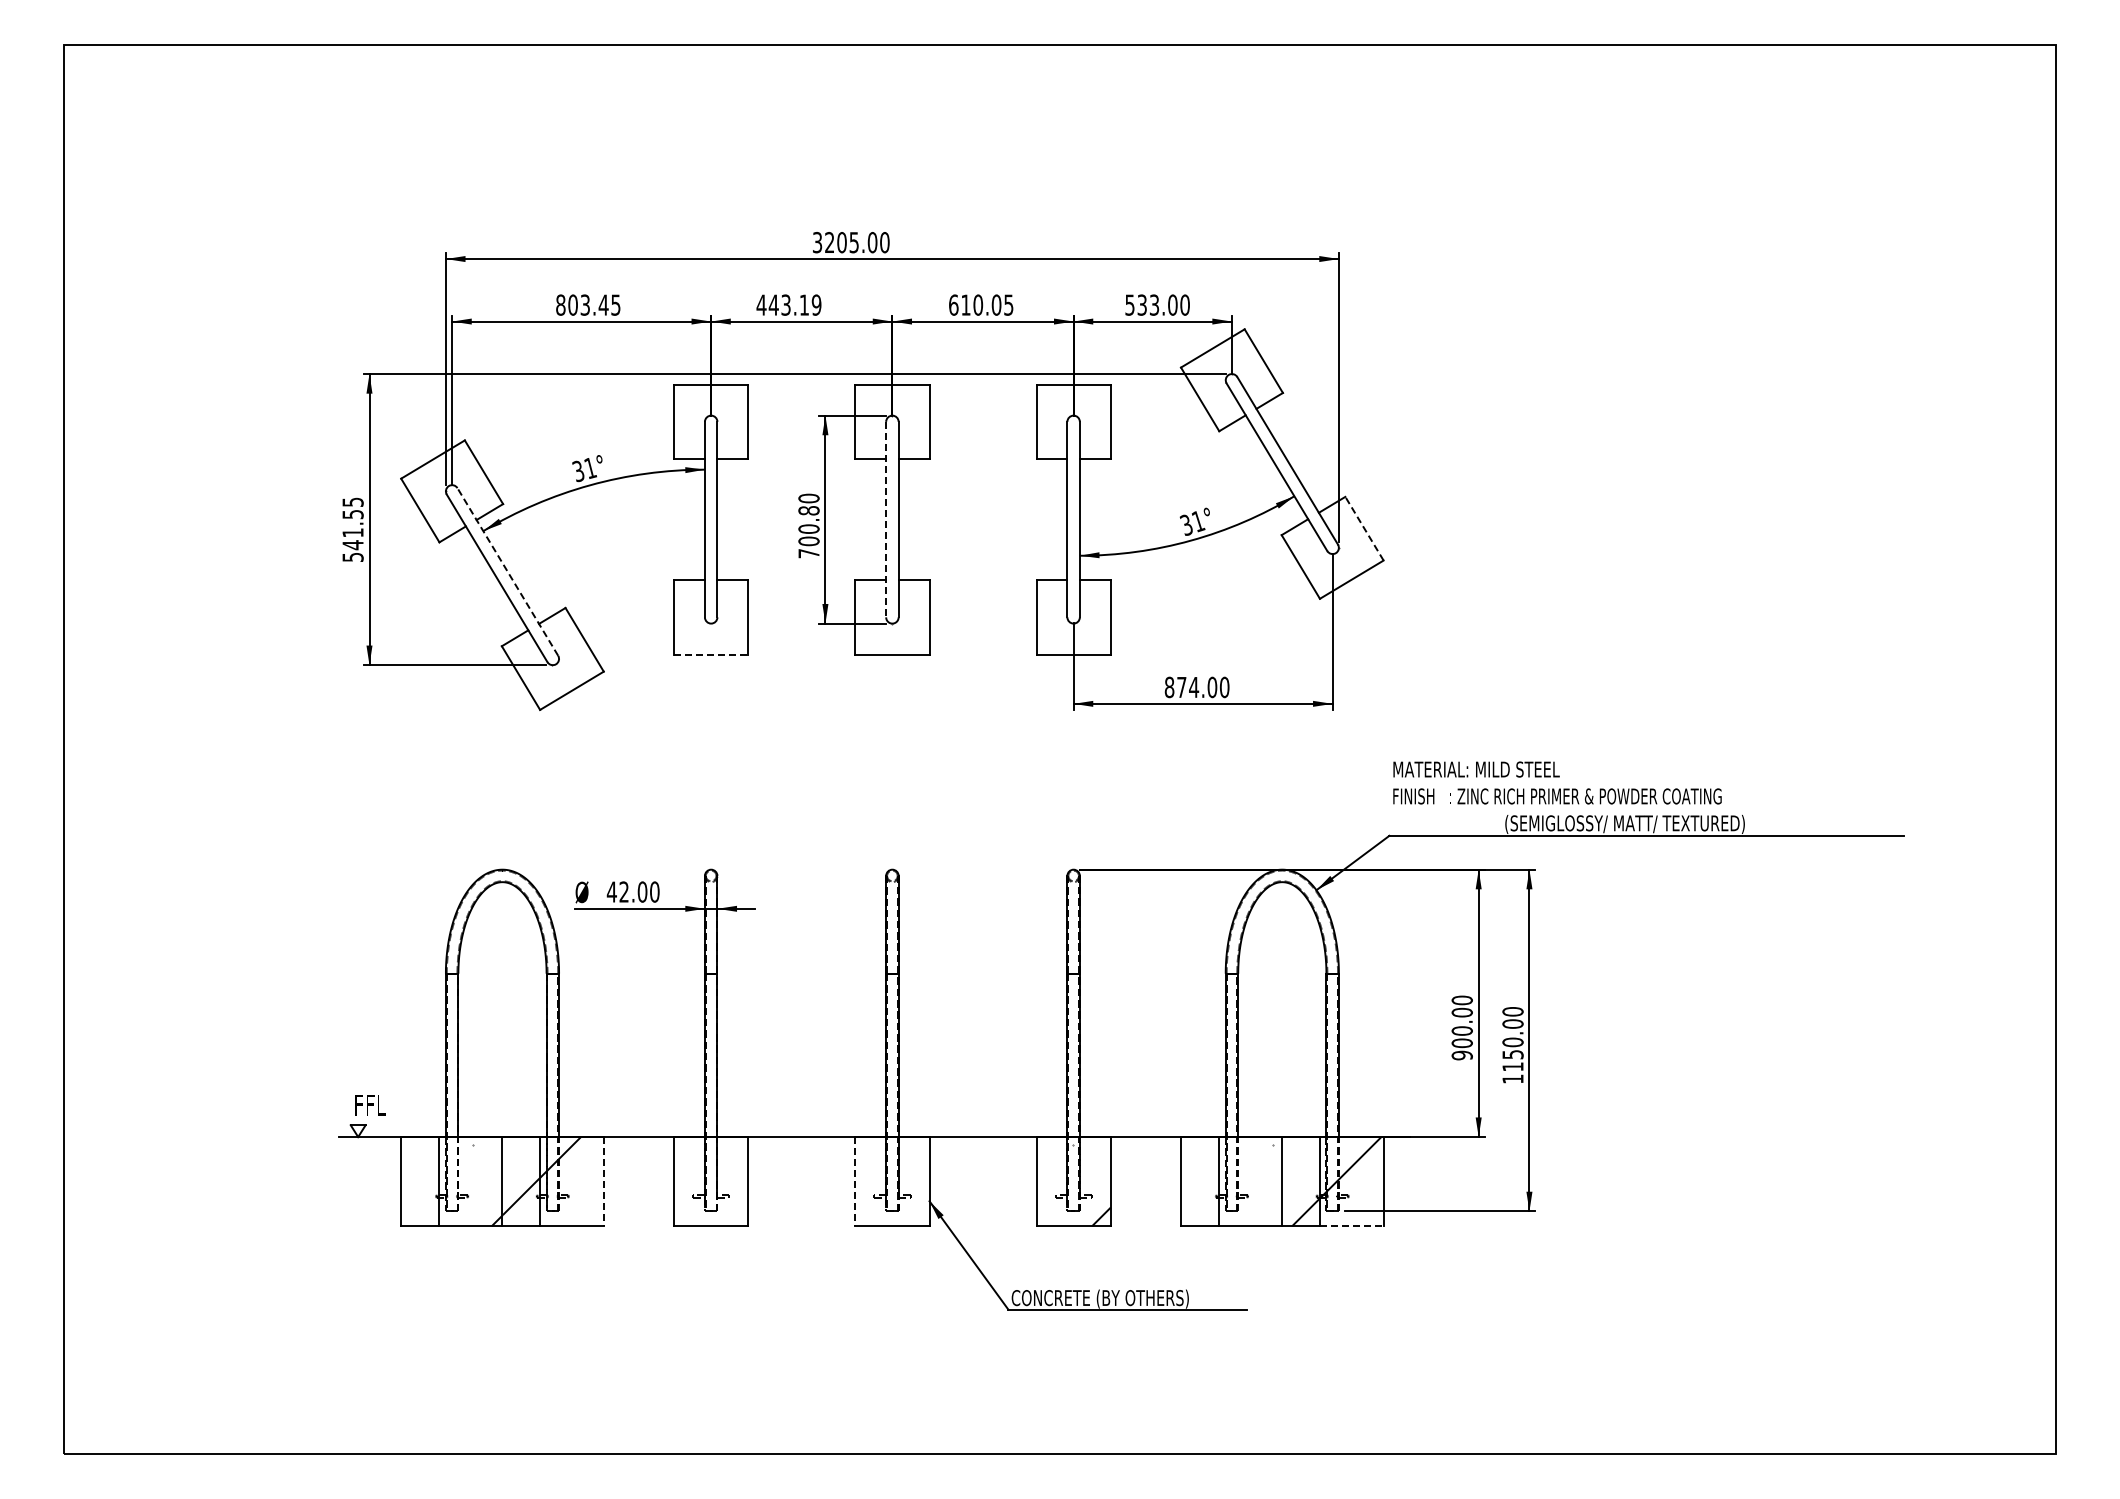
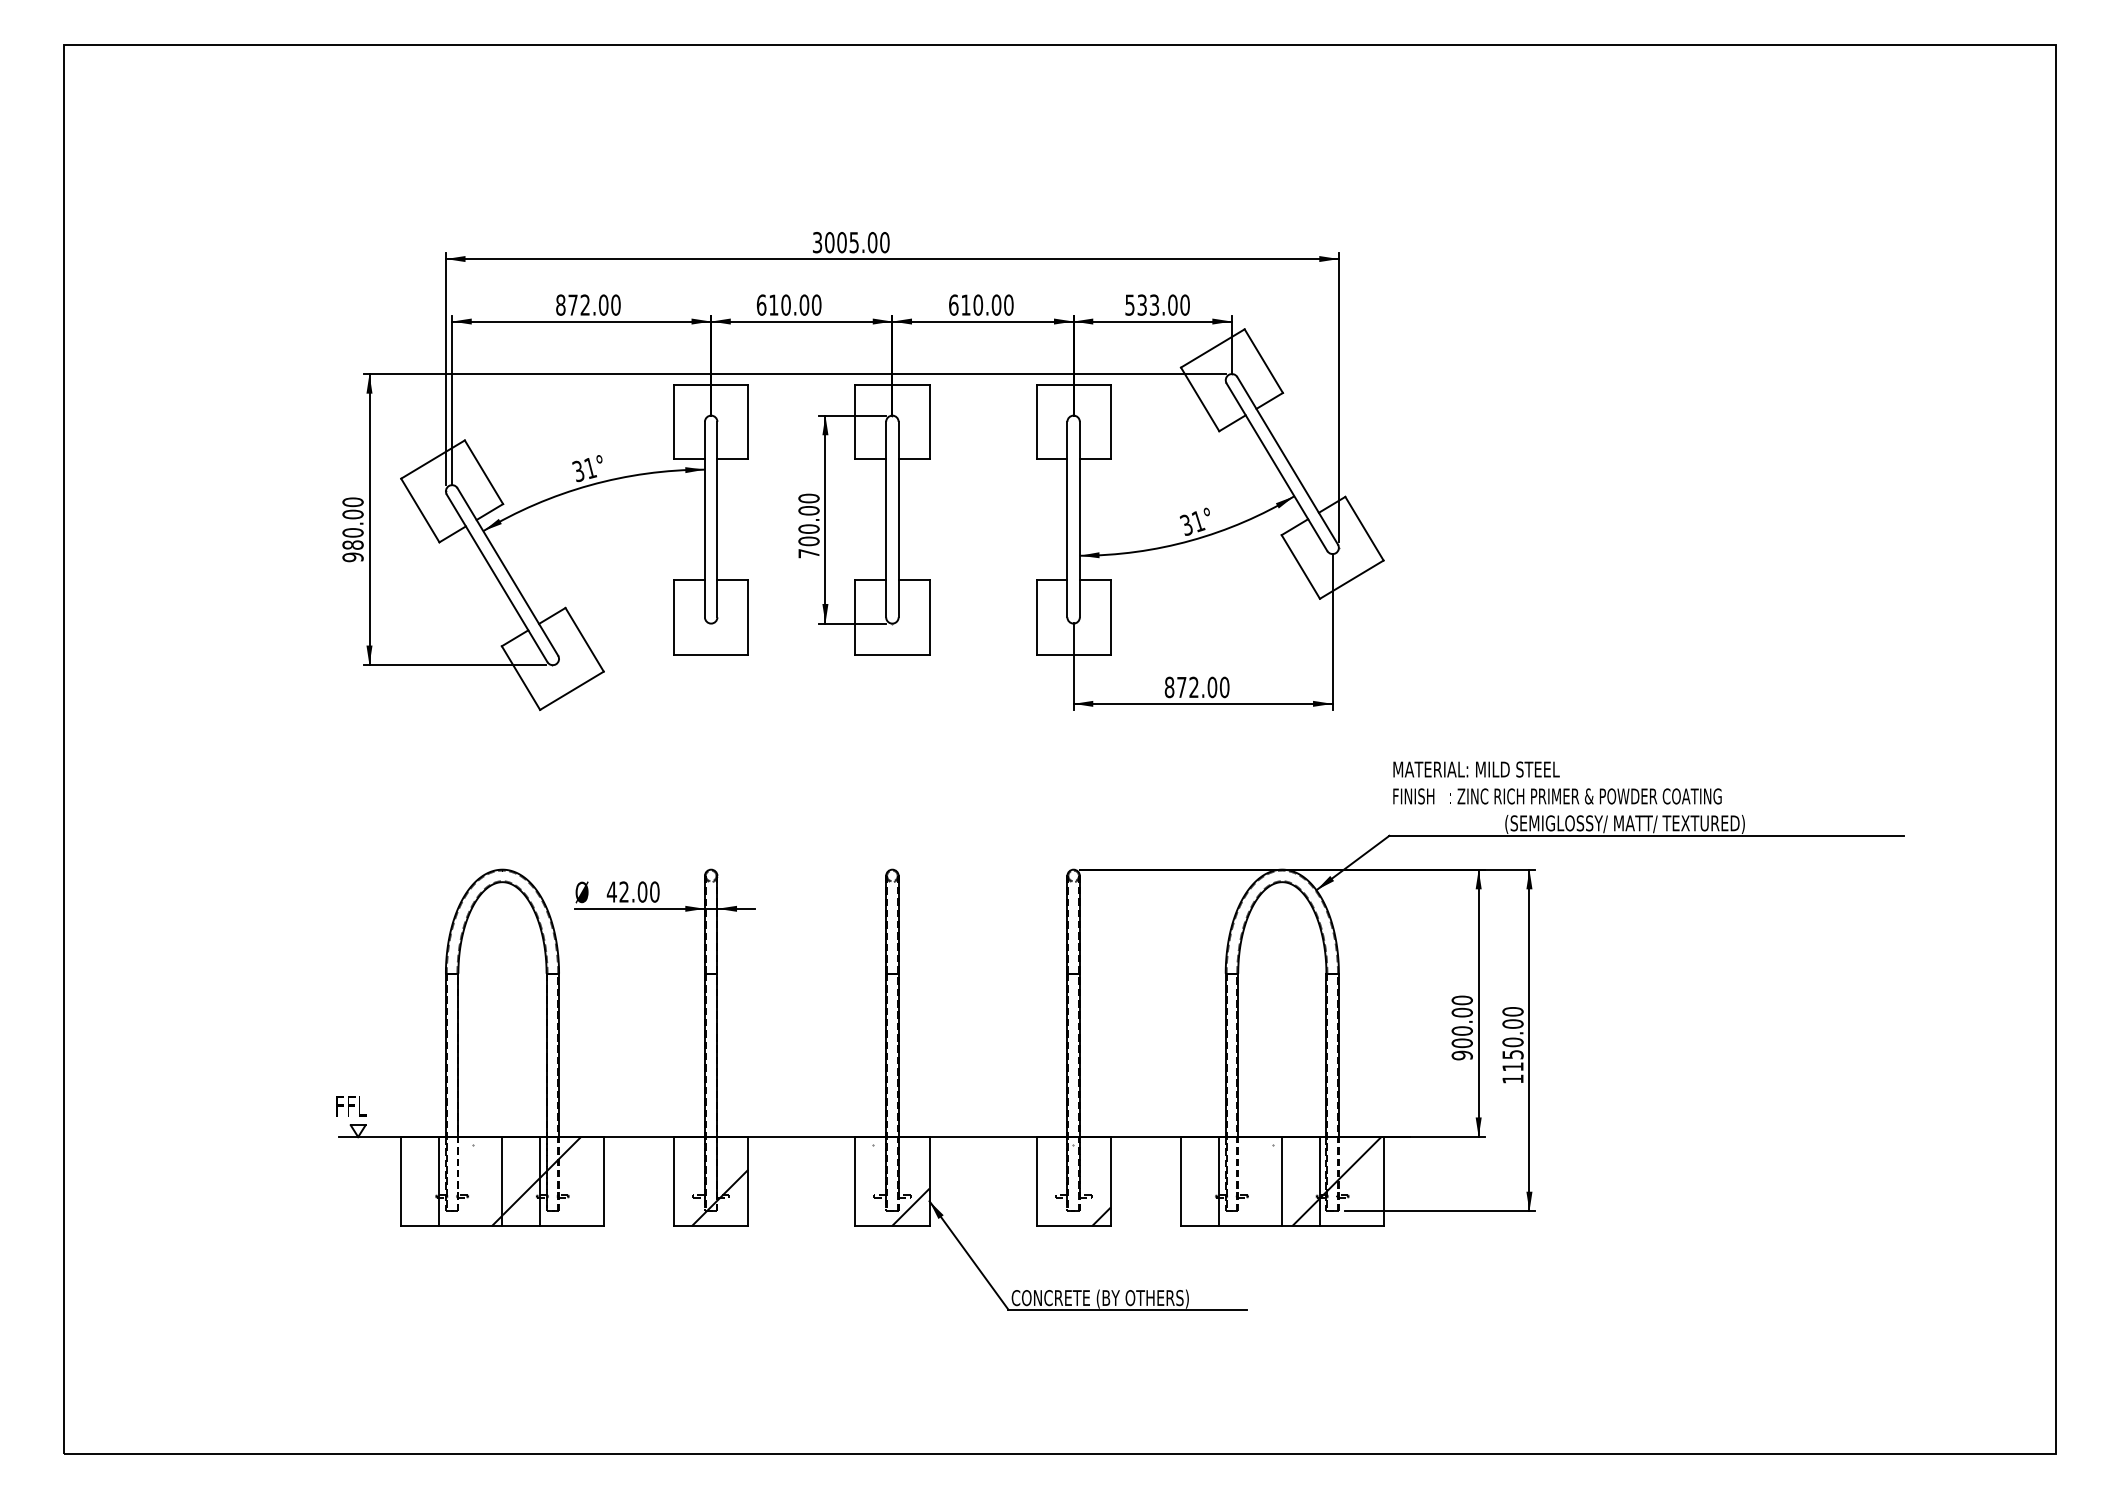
text at (829, 242): 3205.00 -> 3005.00
text at (594, 304): 803.45 -> 872.00
text at (788, 304): 443.19 -> 610.00
text at (1008, 304): 610.05 -> 610.00
text at (808, 510): 700.80 -> 700.00
line at (886, 519): dashed -> solid
line at (1364, 528): dashed -> solid
text at (352, 529): 541.55 -> 980.00
line at (507, 571): dashed -> solid
line at (711, 654): dashed -> solid
text at (1194, 686): 874.00 -> 872.00
text at (370, 1105) position: (370, 1105) -> (351, 1106)
line at (603, 1181): dashed -> solid
line at (855, 1181): dashed -> solid
hatch at (901, 1185): none -> present
hatch at (719, 1197): none -> present
line at (1351, 1226): dashed -> solid
